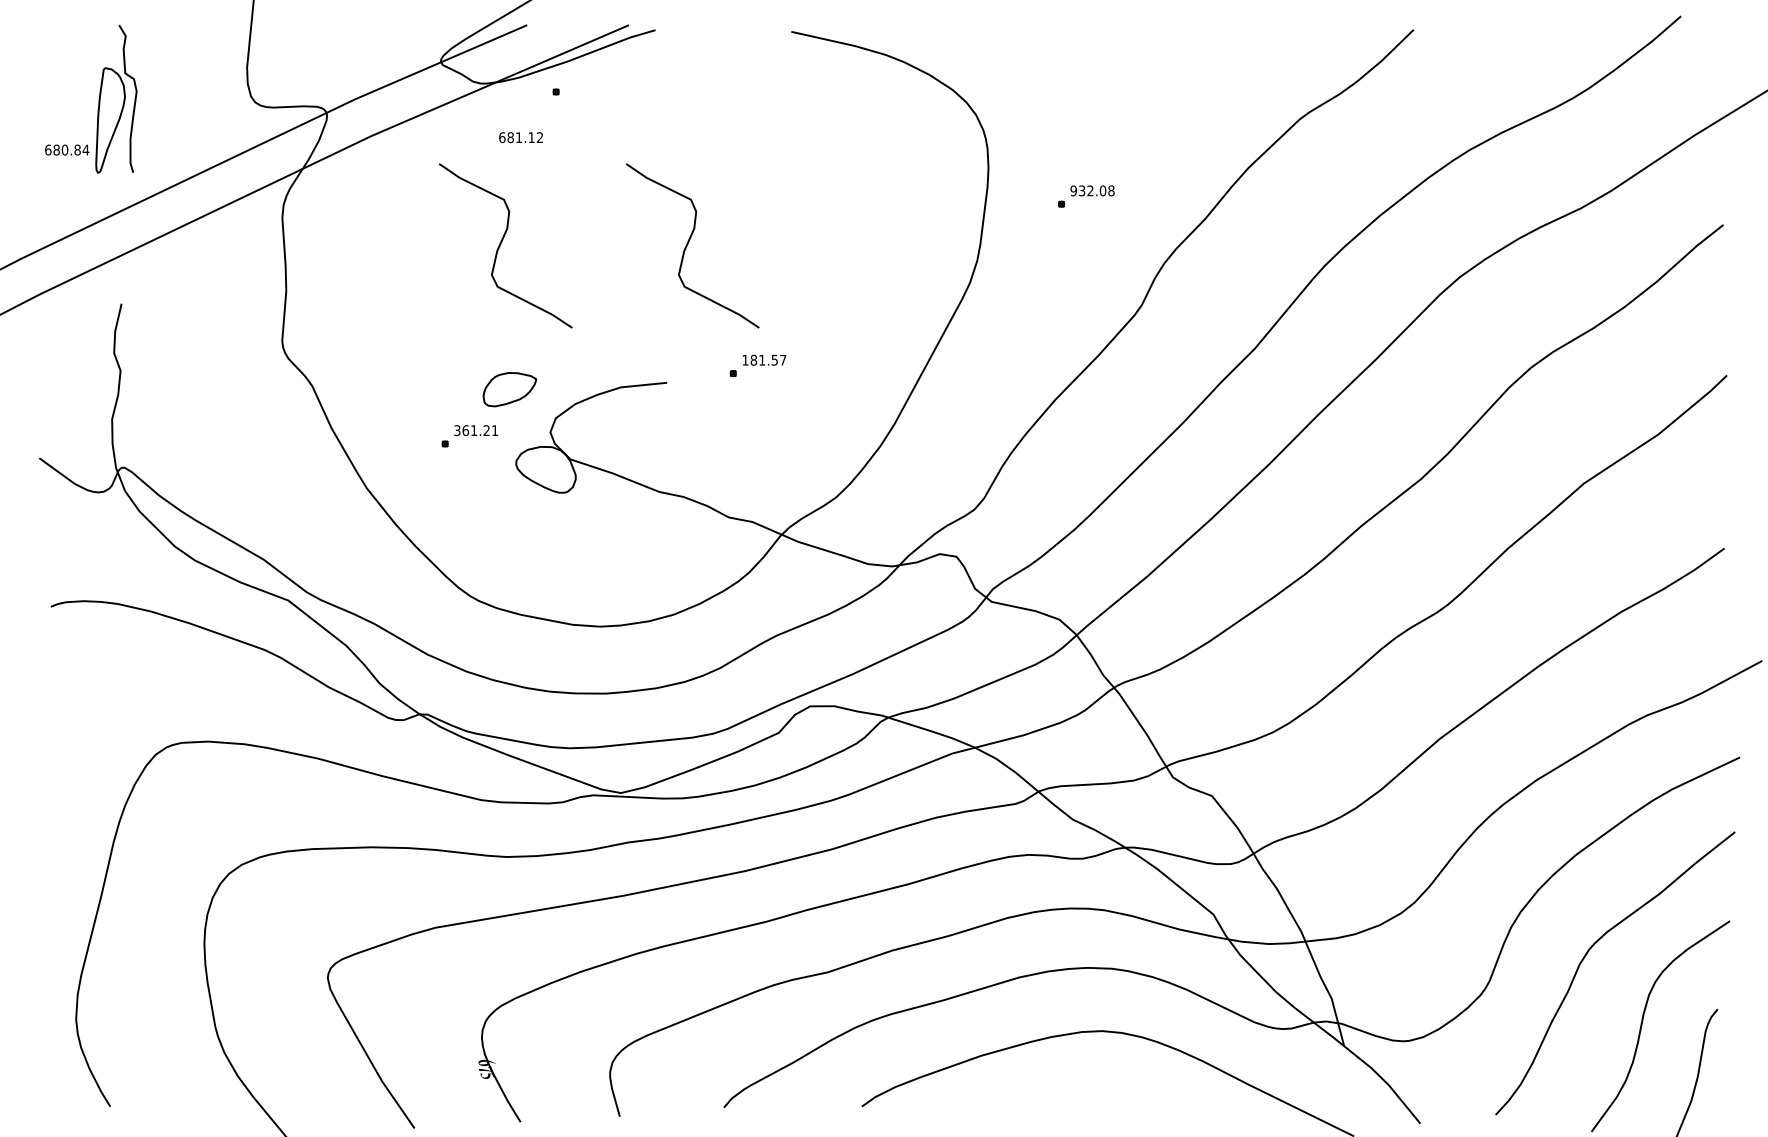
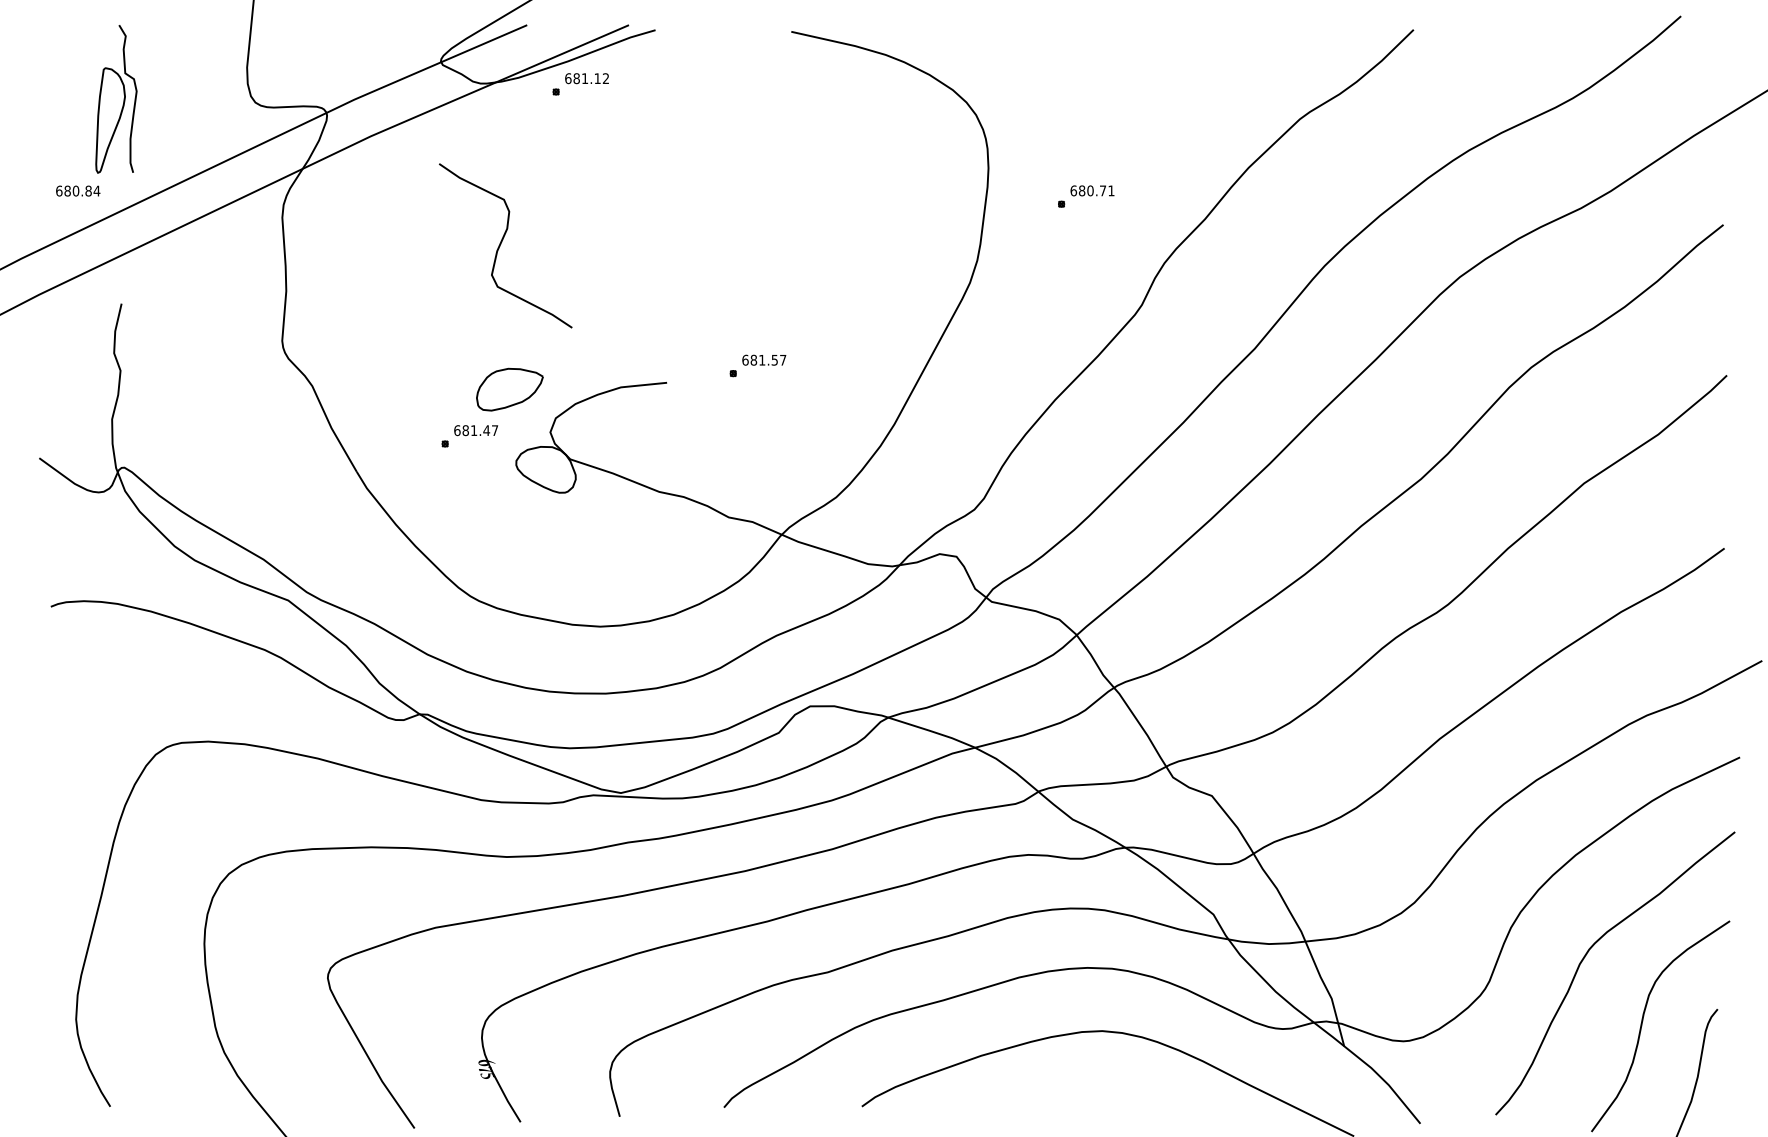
text at (520, 137) position: (520, 137) -> (586, 78)
text at (67, 149) position: (67, 149) -> (78, 190)
text at (1092, 190): 932.08 -> 680.71
curve at (688, 244): present -> none
text at (745, 359): 181.57 -> 681.57
part at (509, 389) size: 56x36 px -> 68x45 px
text at (476, 430): 361.21 -> 681.47
